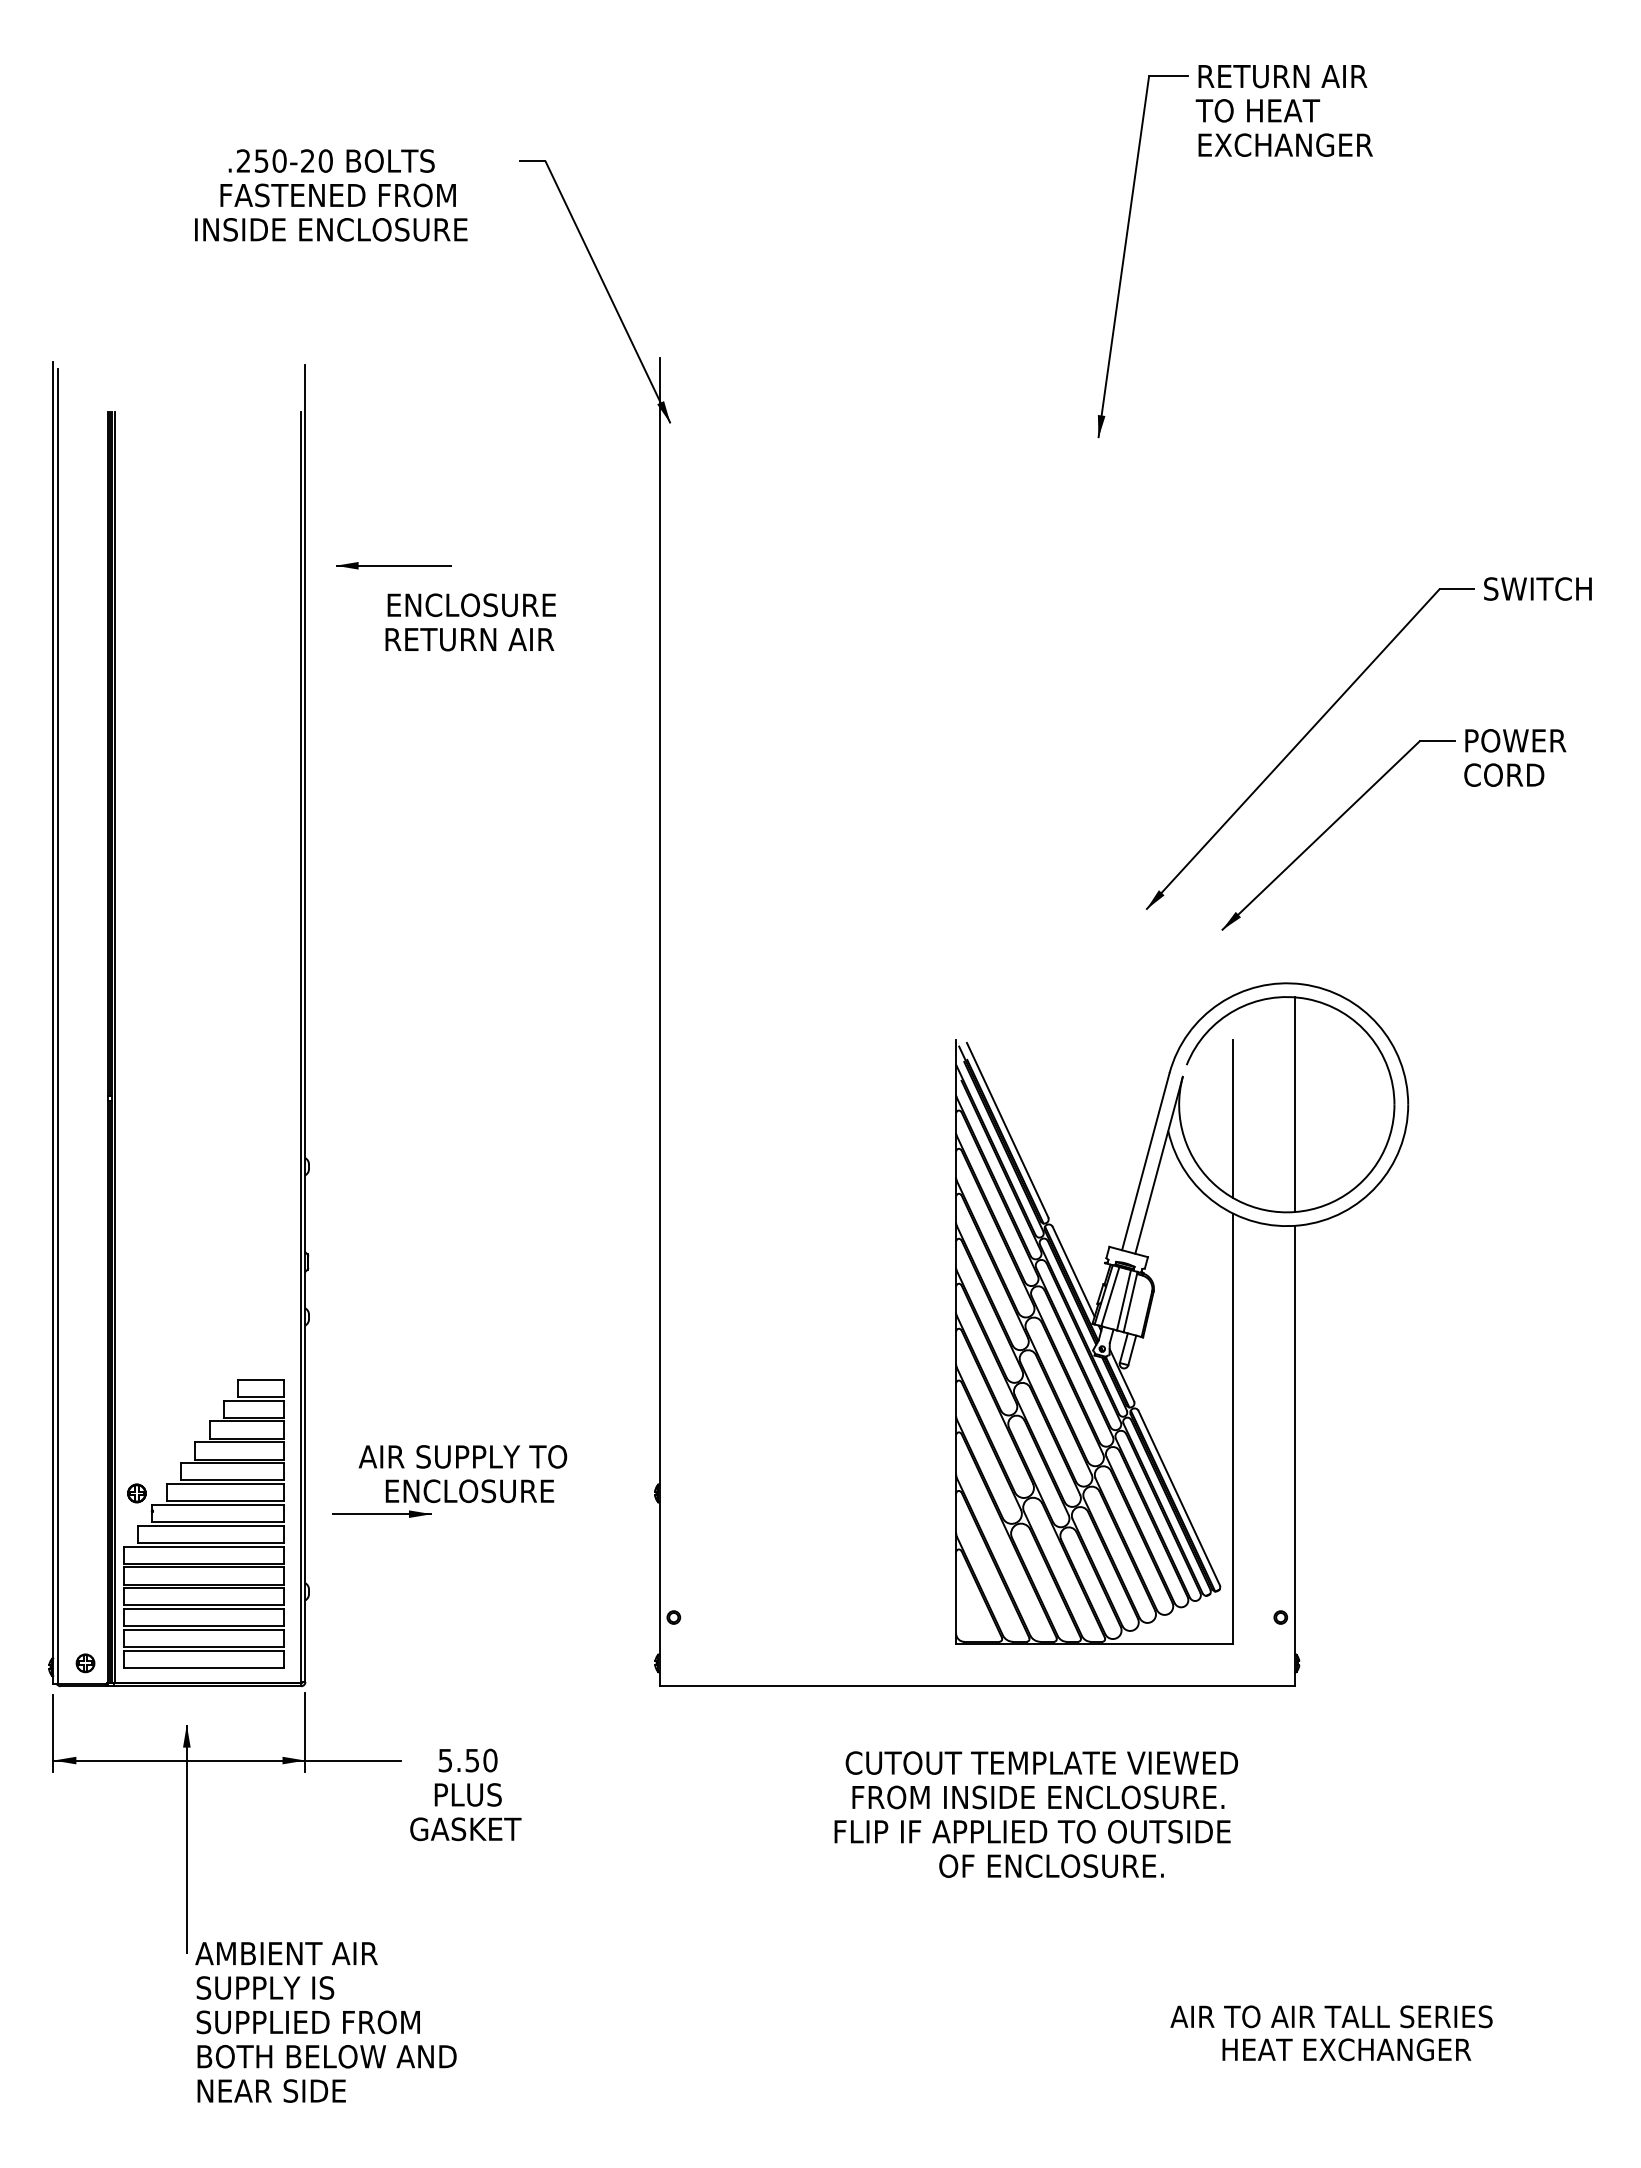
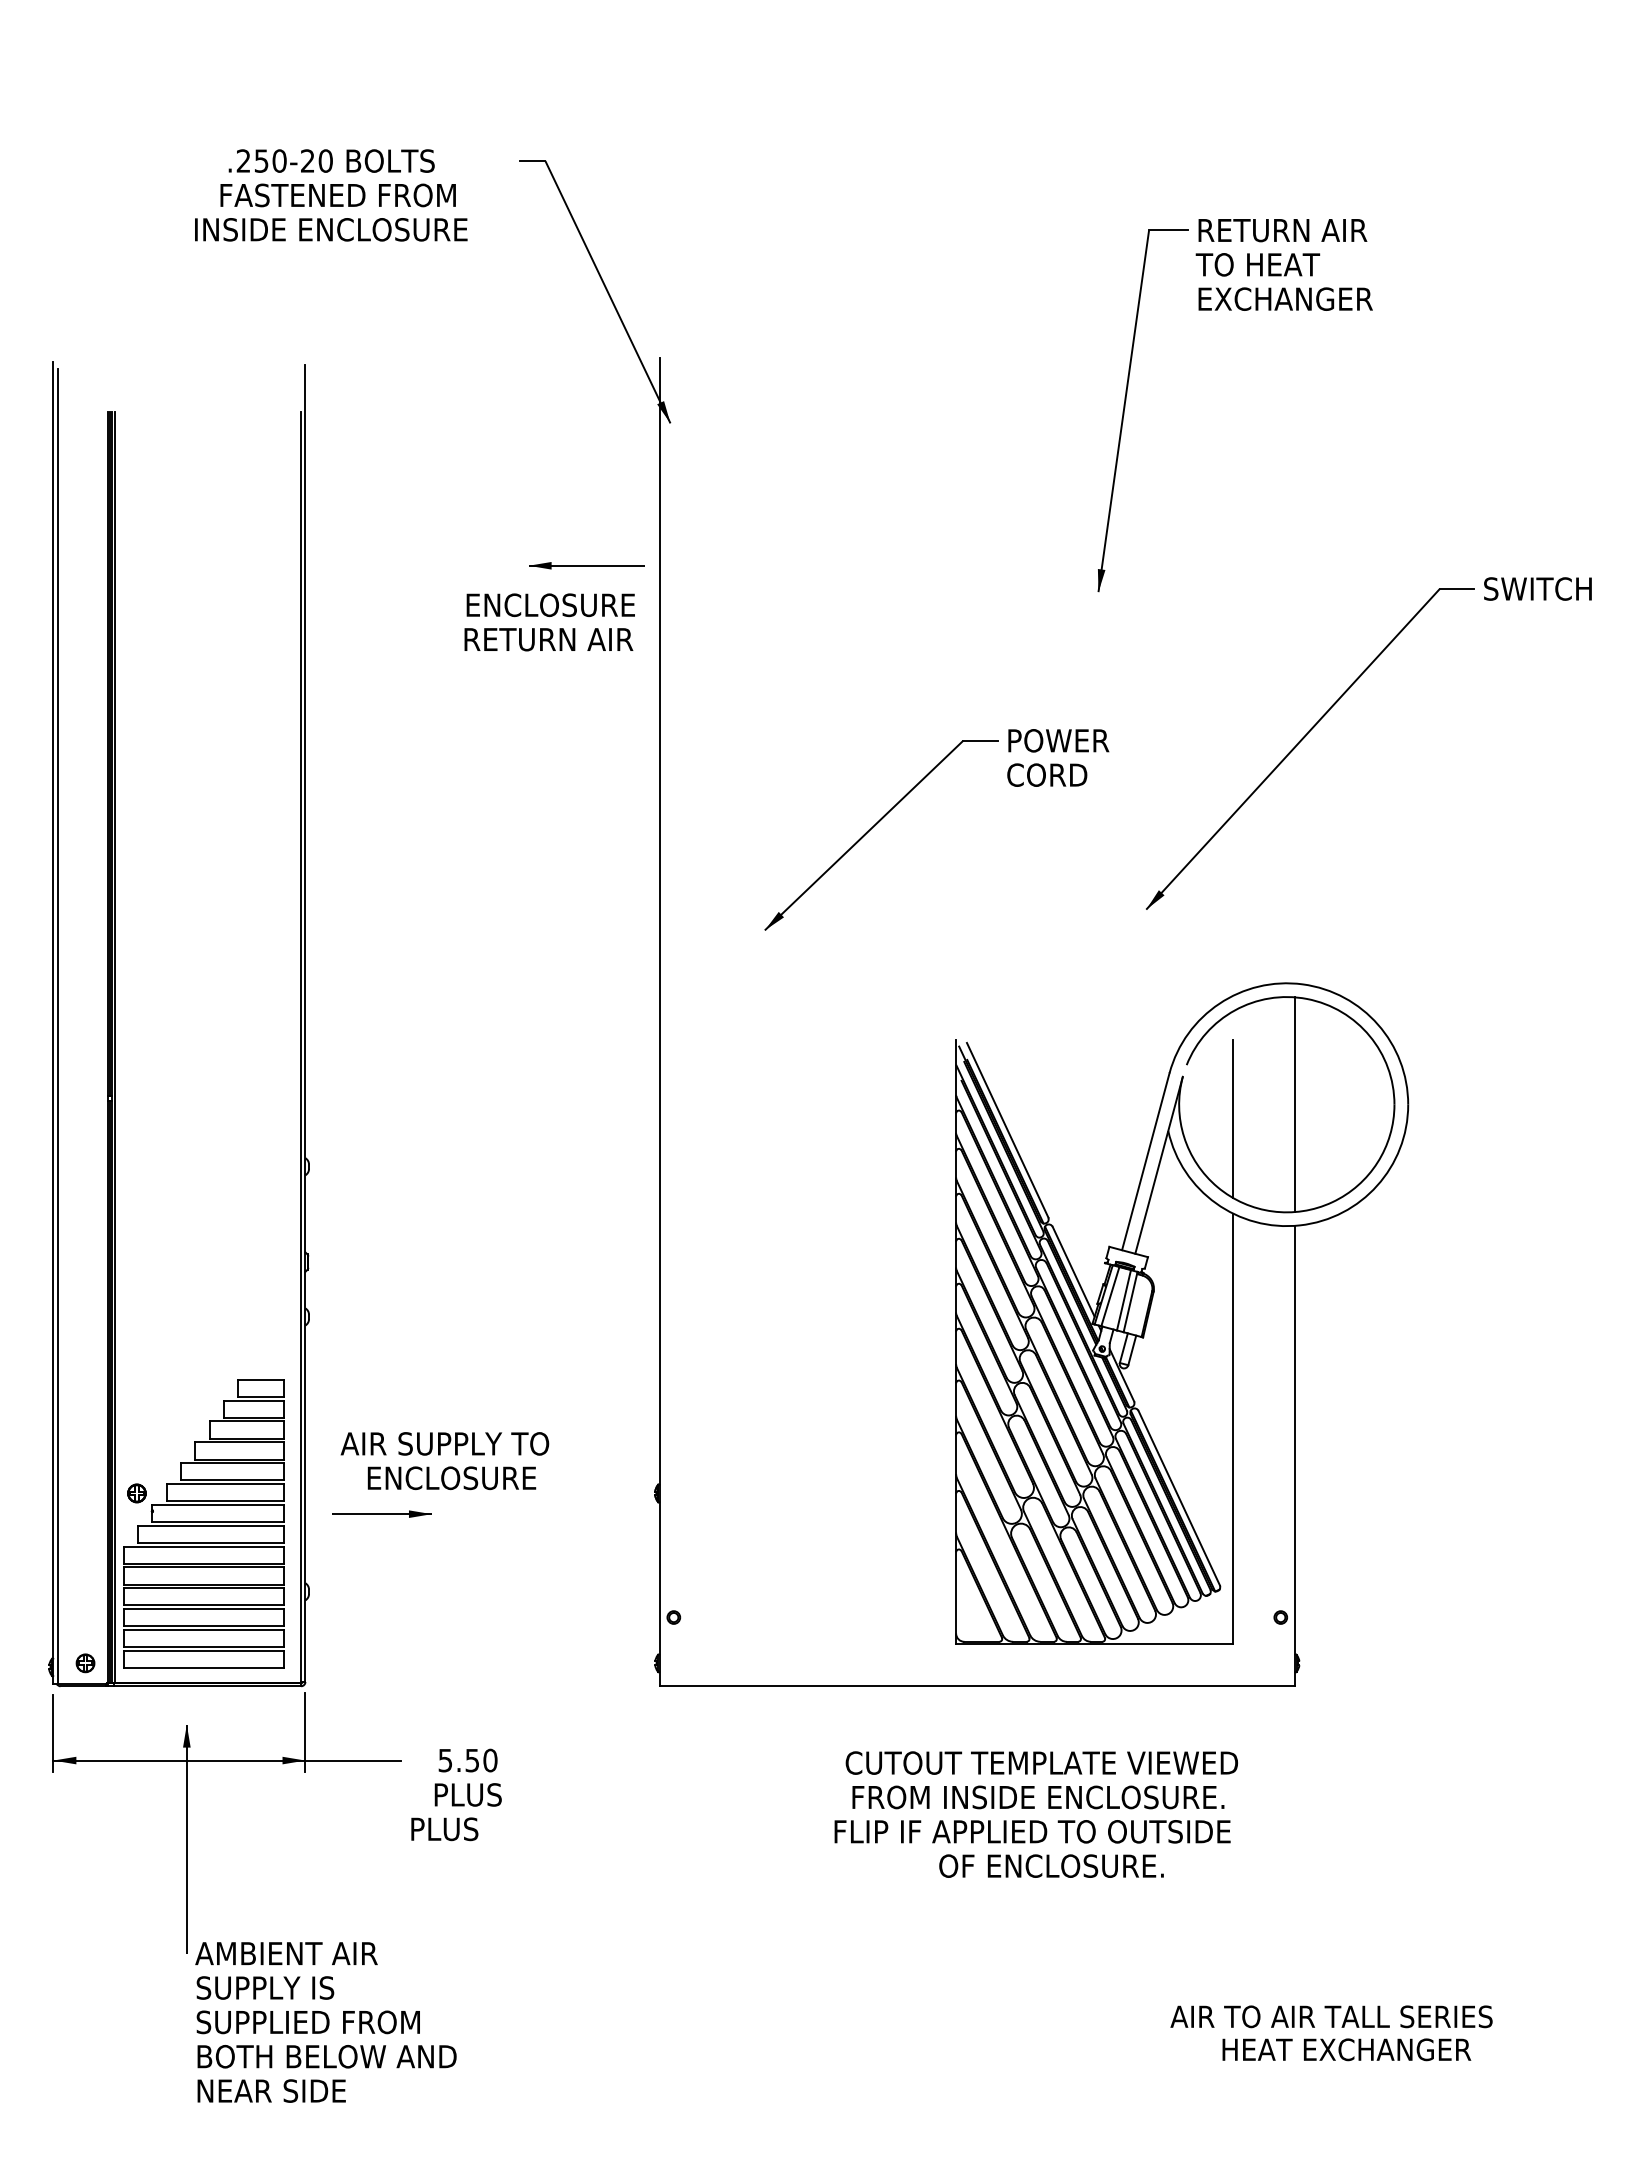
part at (1231, 156) position: (1231, 156) -> (1231, 310)
part at (393, 565) position: (393, 565) -> (586, 565)
text at (470, 622) position: (470, 622) -> (549, 622)
part at (1362, 797) position: (1362, 797) -> (905, 797)
text at (462, 1474) position: (462, 1474) -> (444, 1461)
text at (465, 1829): GASKET -> PLUS
